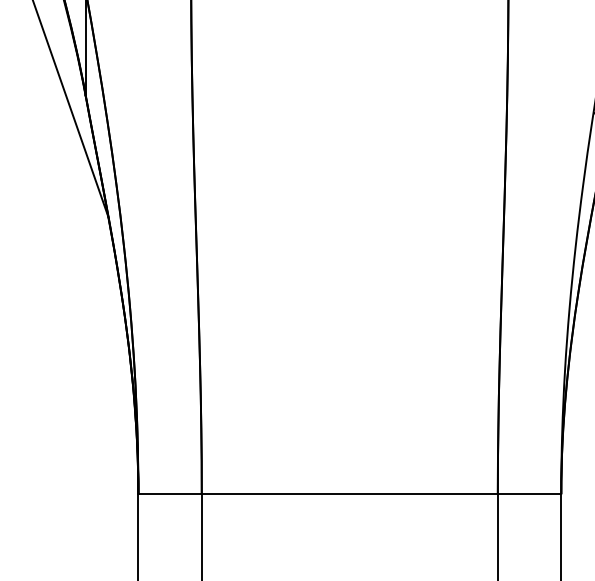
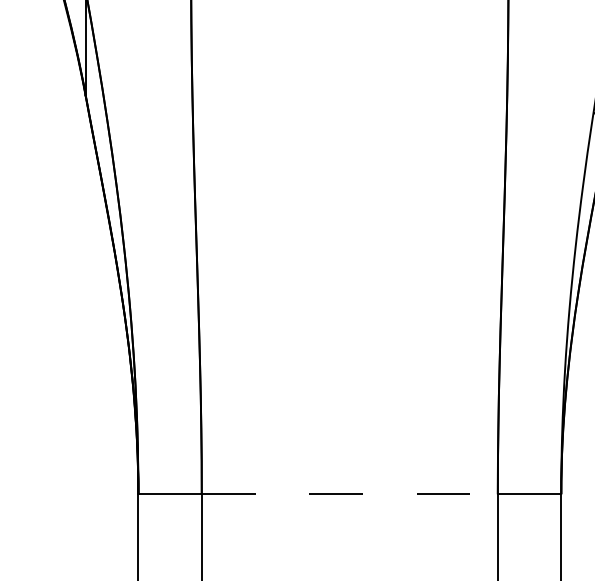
line at (70, 109): present -> none
line at (350, 494): solid -> dashed
